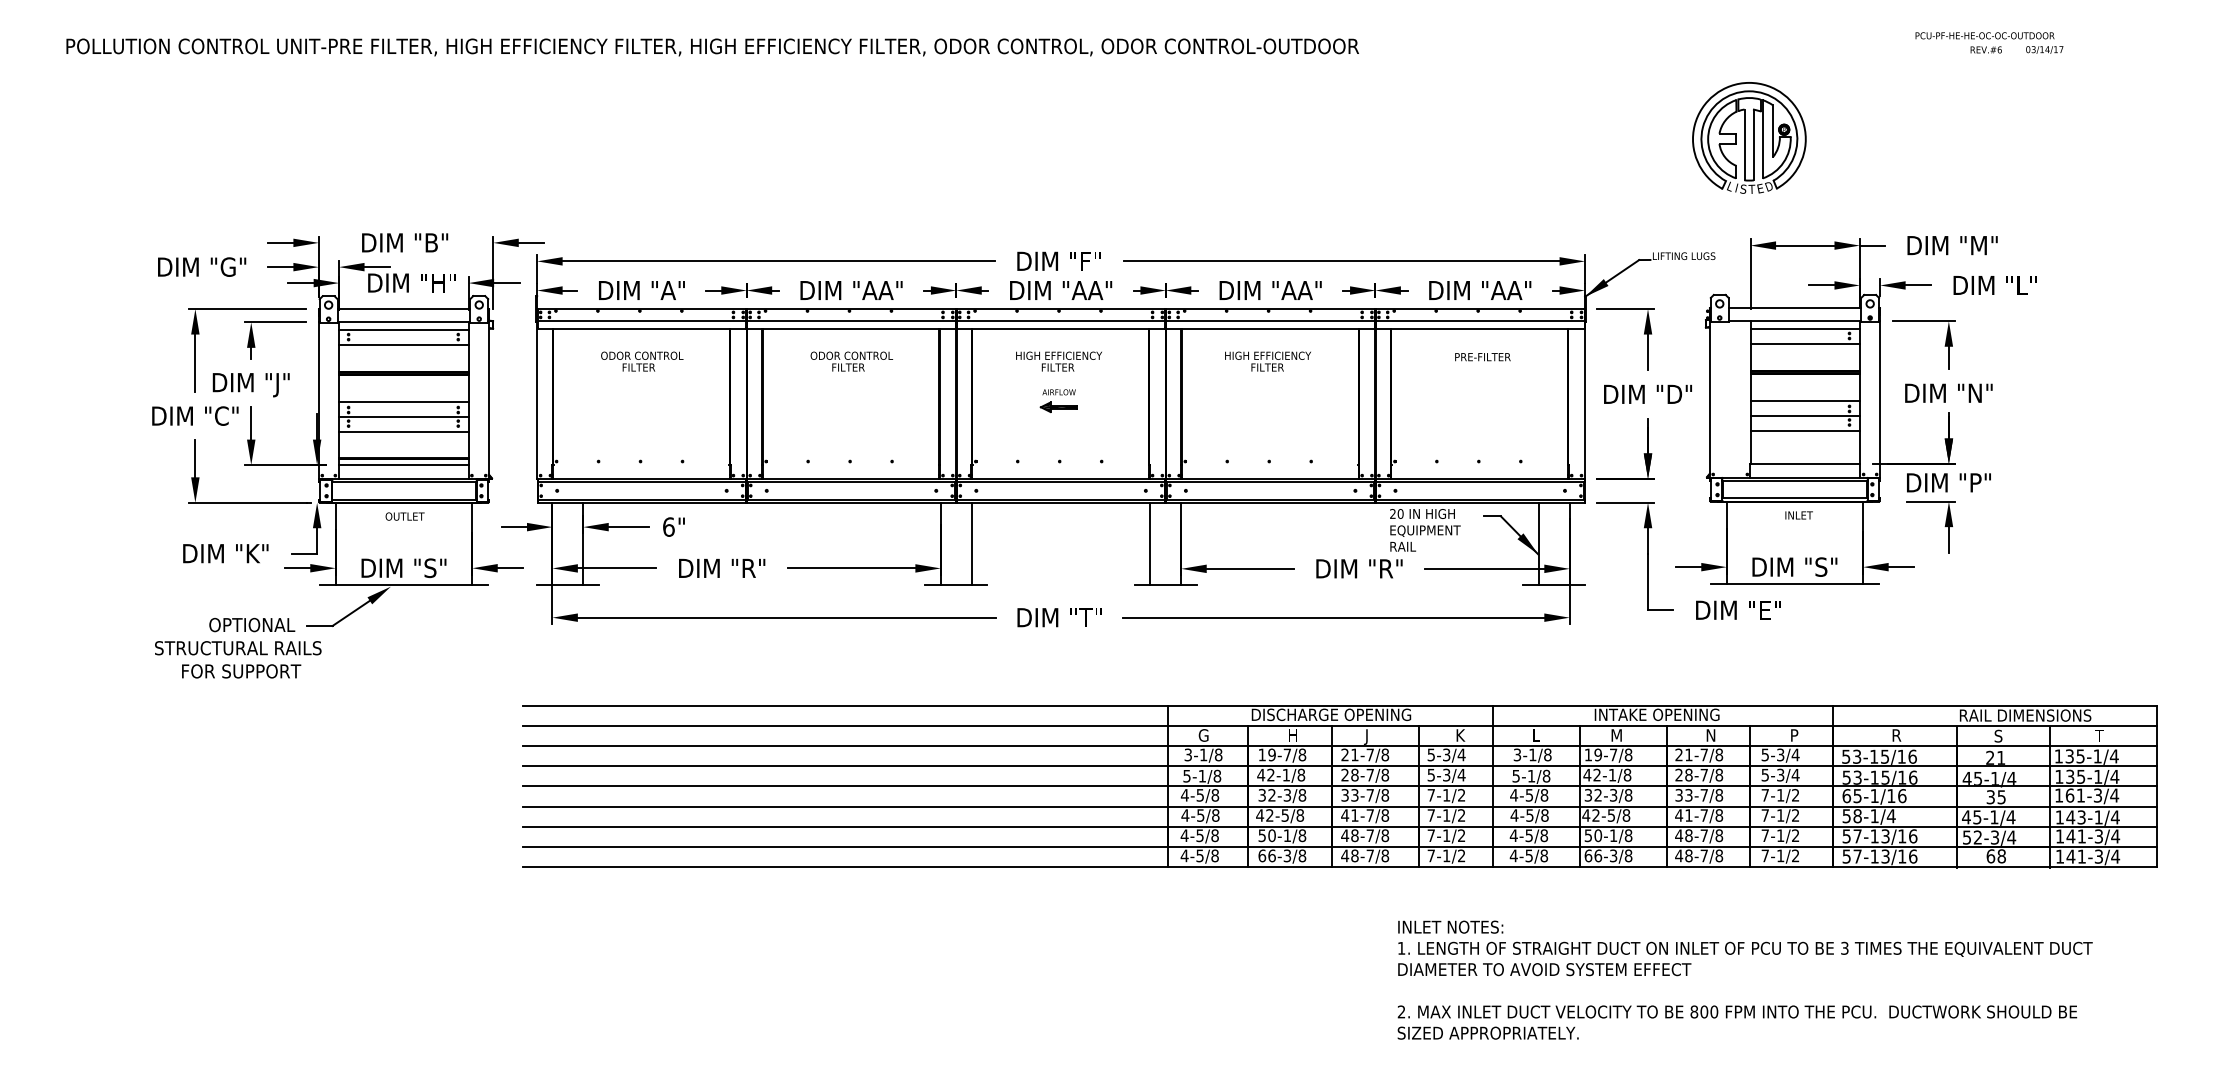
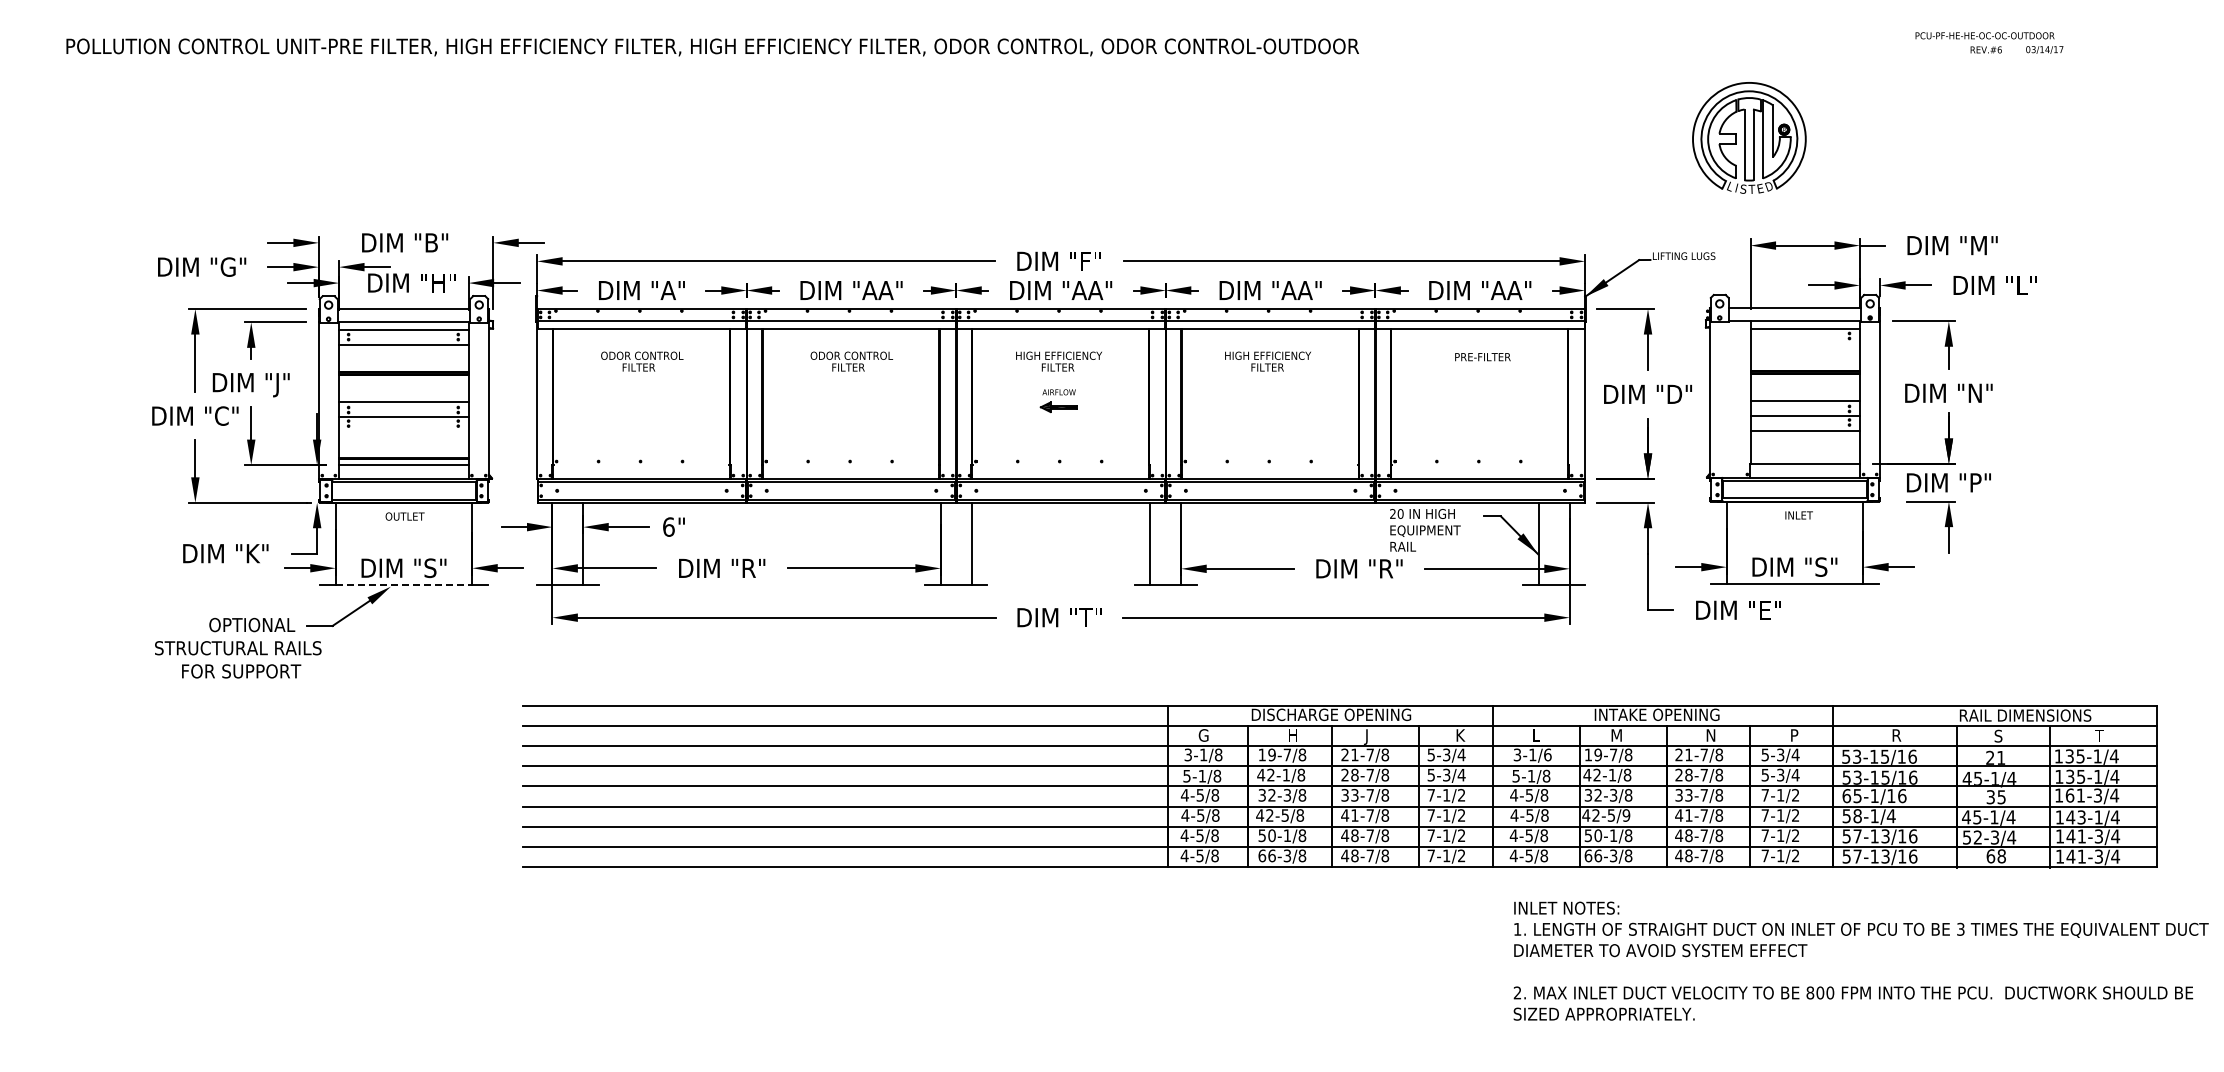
line at (1804, 344): present -> none
line at (403, 431): present -> none
line at (404, 585): solid -> dashed
text at (1547, 754): 3-1/8 -> 3-1/6
text at (1626, 815): 42-5/8 -> 42-5/9
text at (1744, 979) position: (1744, 979) -> (1860, 960)
